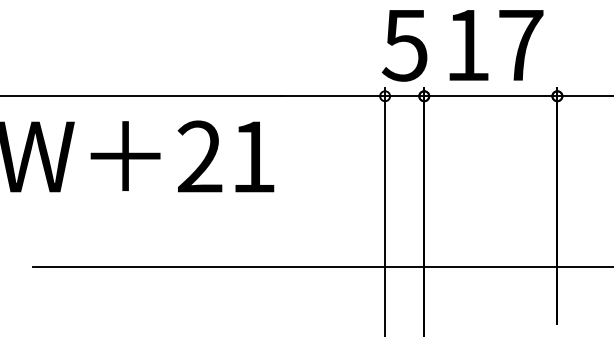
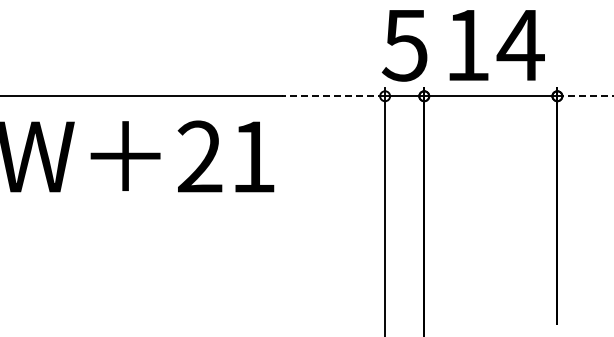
text at (520, 45): 17 -> 14
line at (333, 96): solid -> dashed
line at (585, 96): solid -> dashed
line at (321, 266): present -> none
